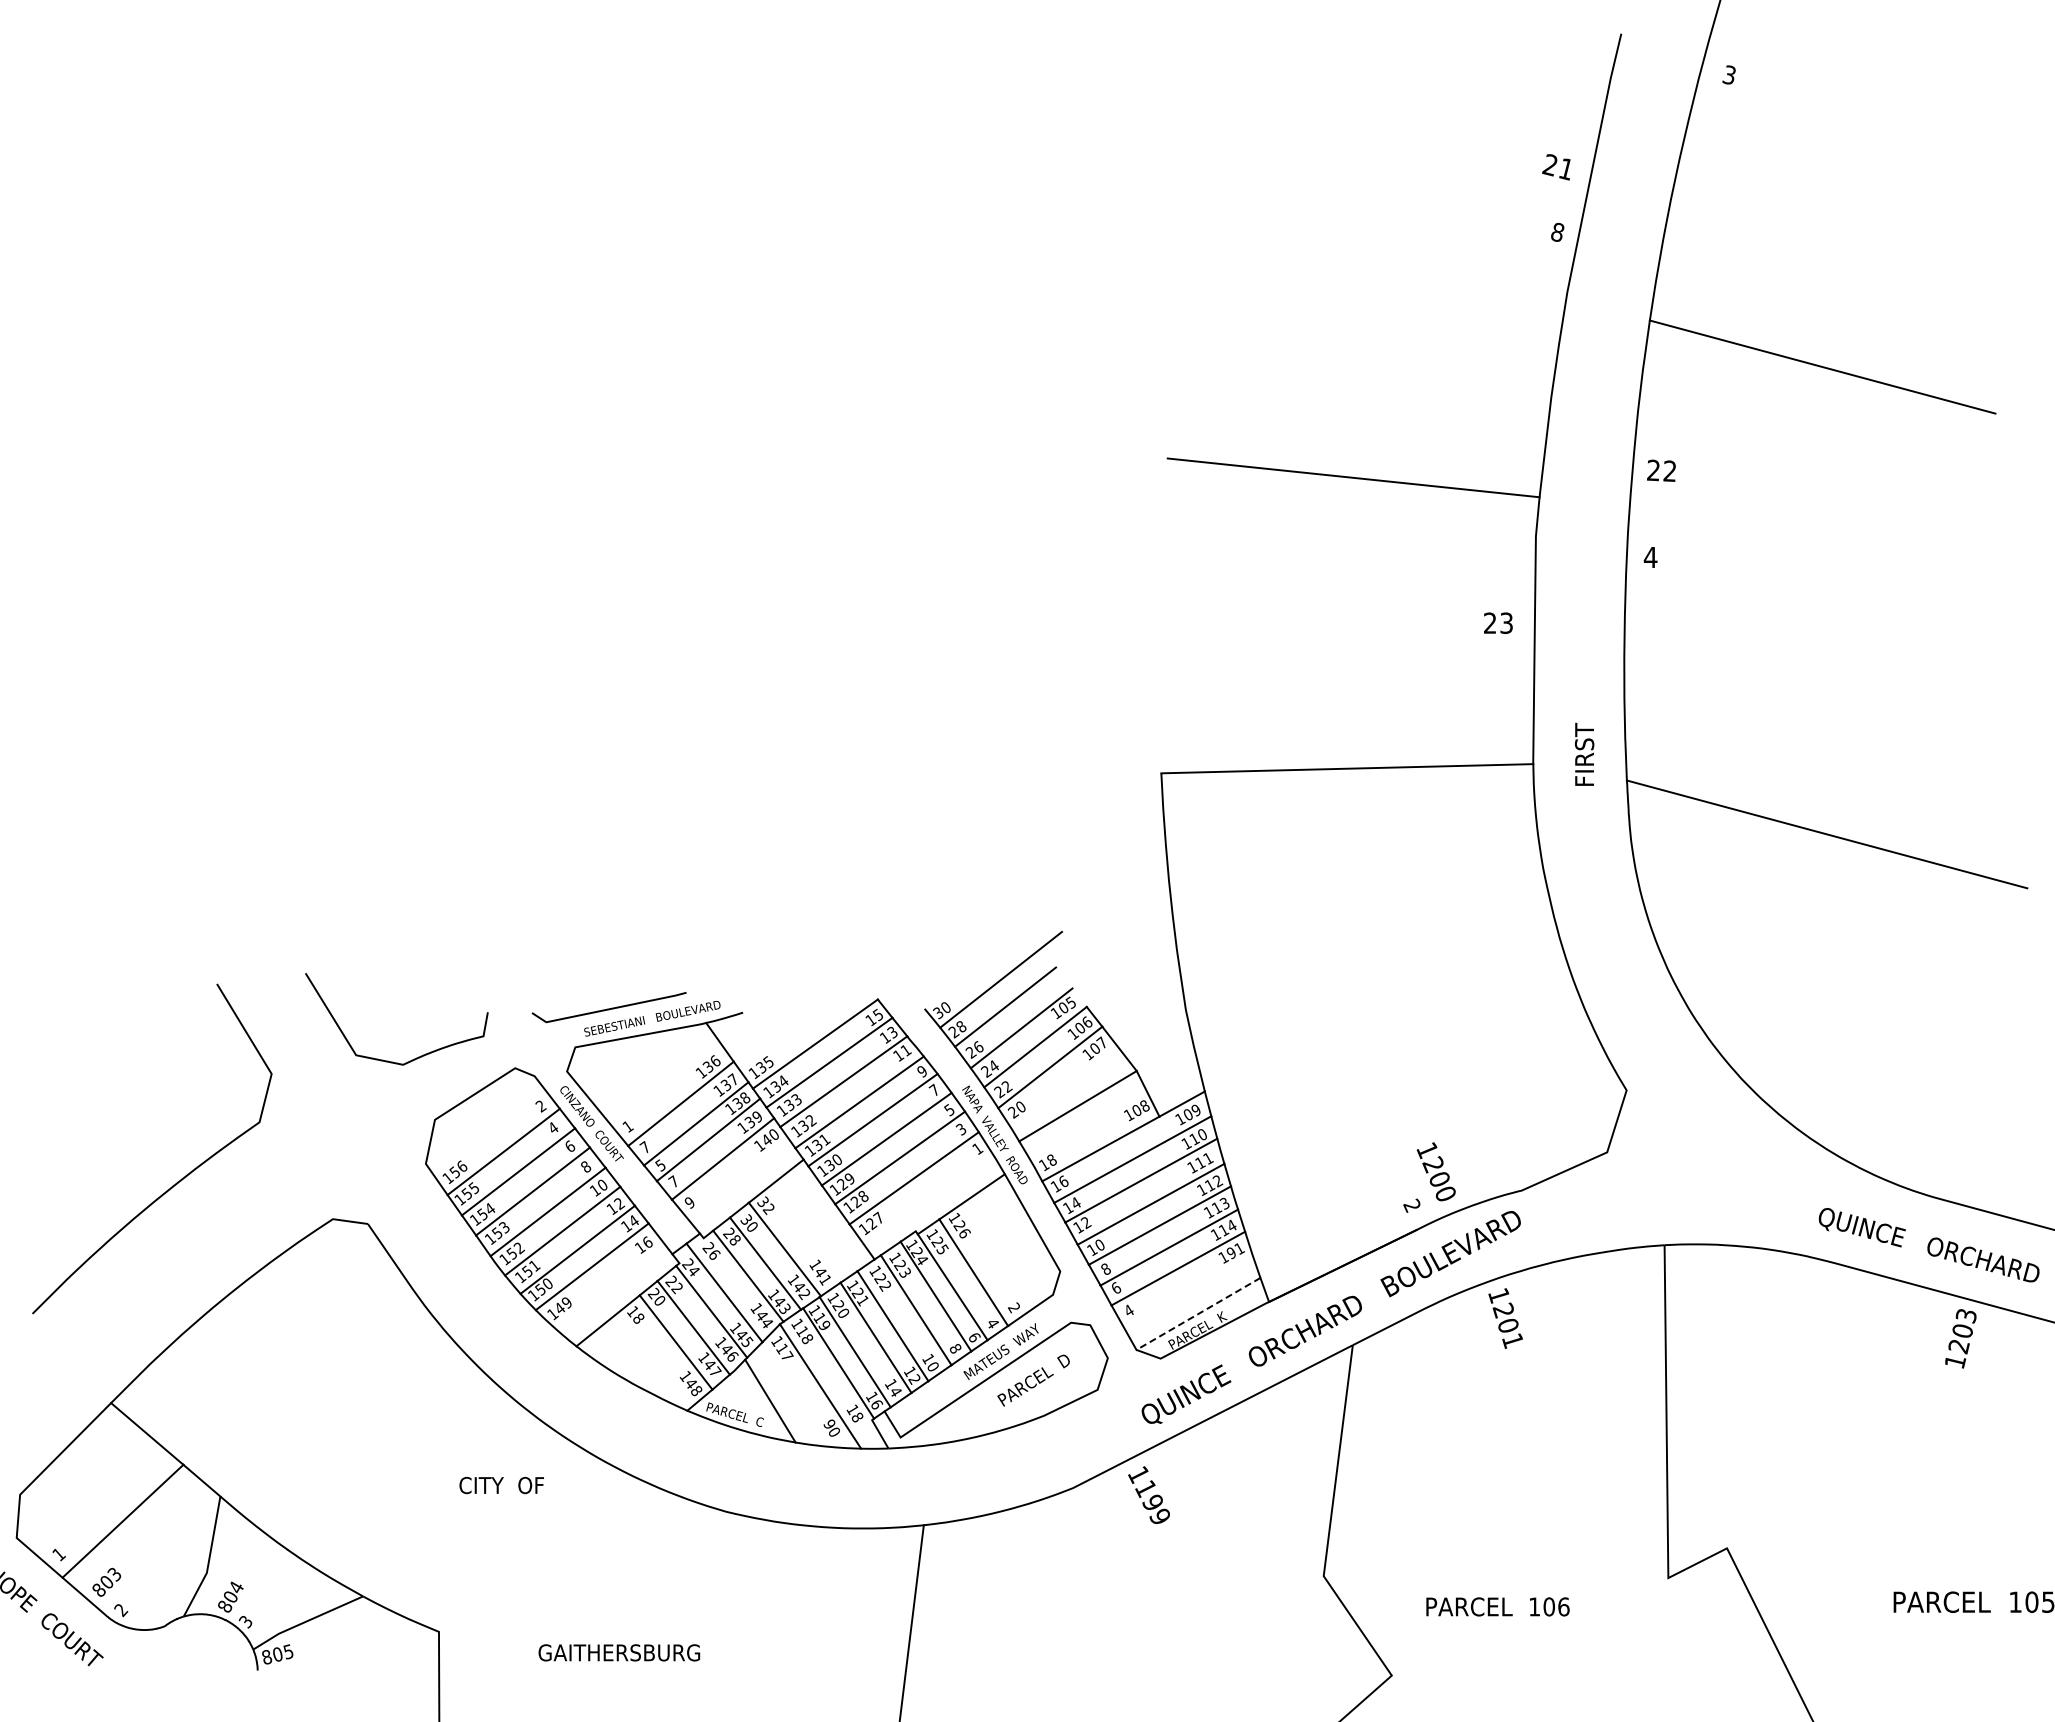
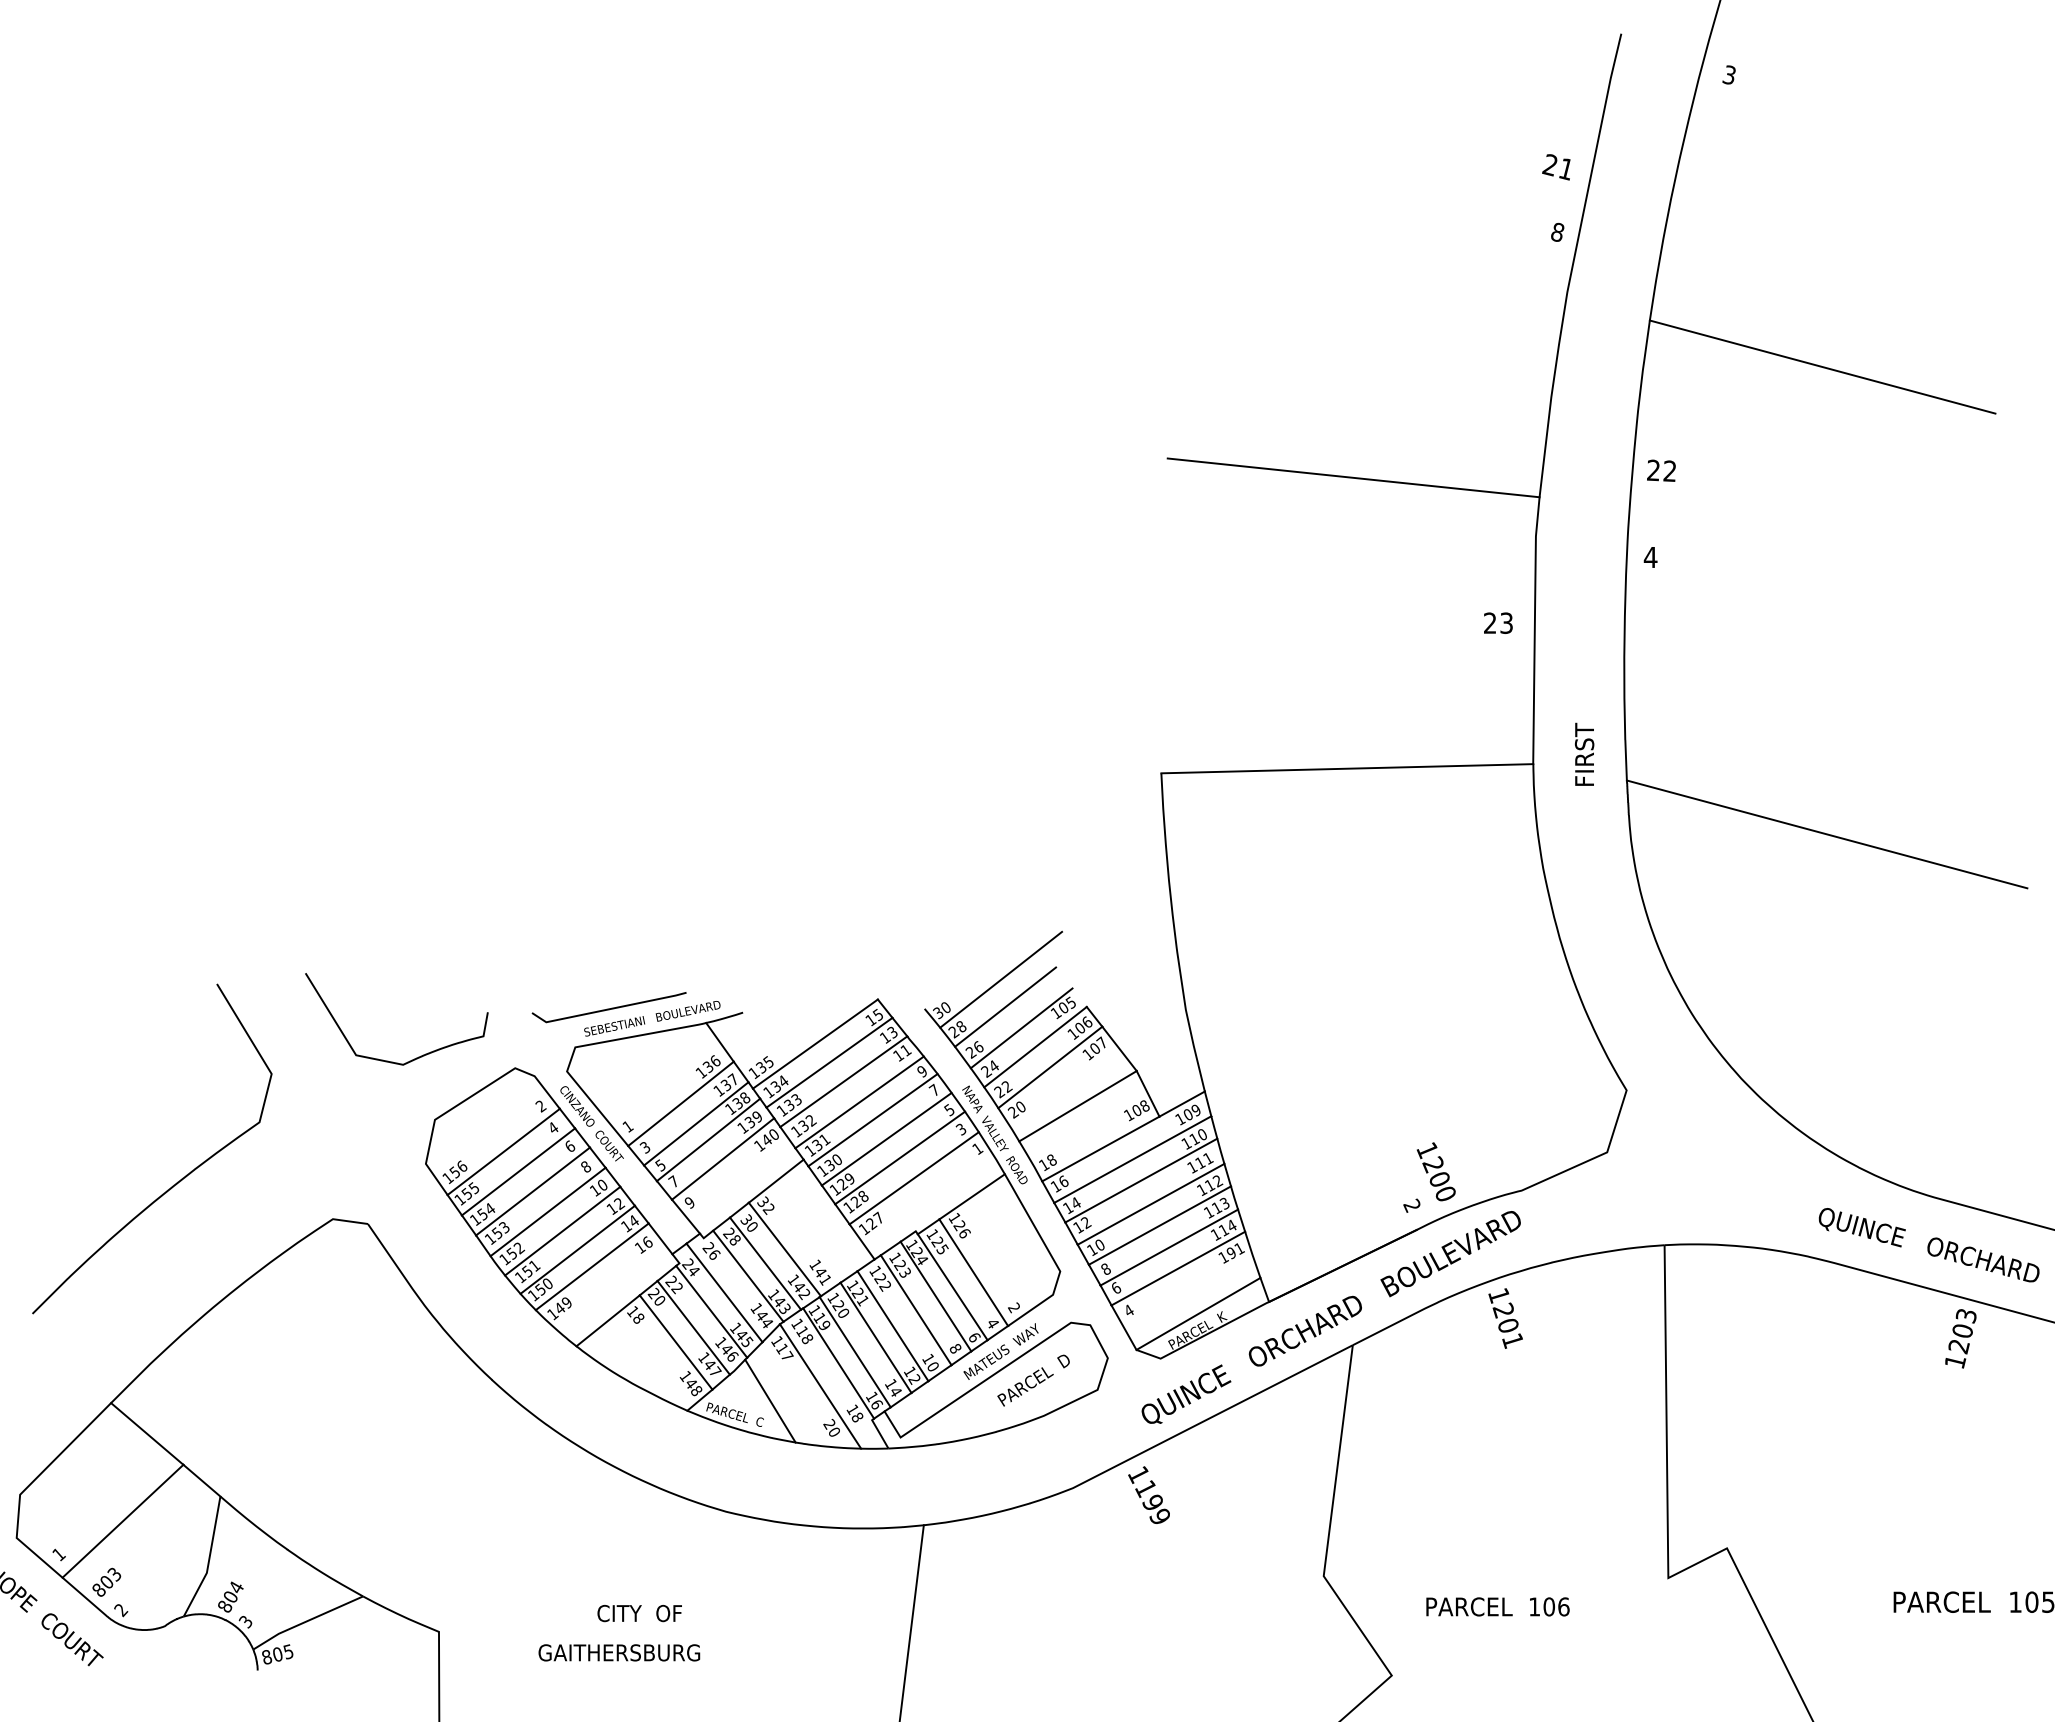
text at (644, 1147): 7 -> 3
line at (1198, 1313): dashed -> solid
text at (828, 1424): 90 -> 20
text at (501, 1485) position: (501, 1485) -> (639, 1613)
